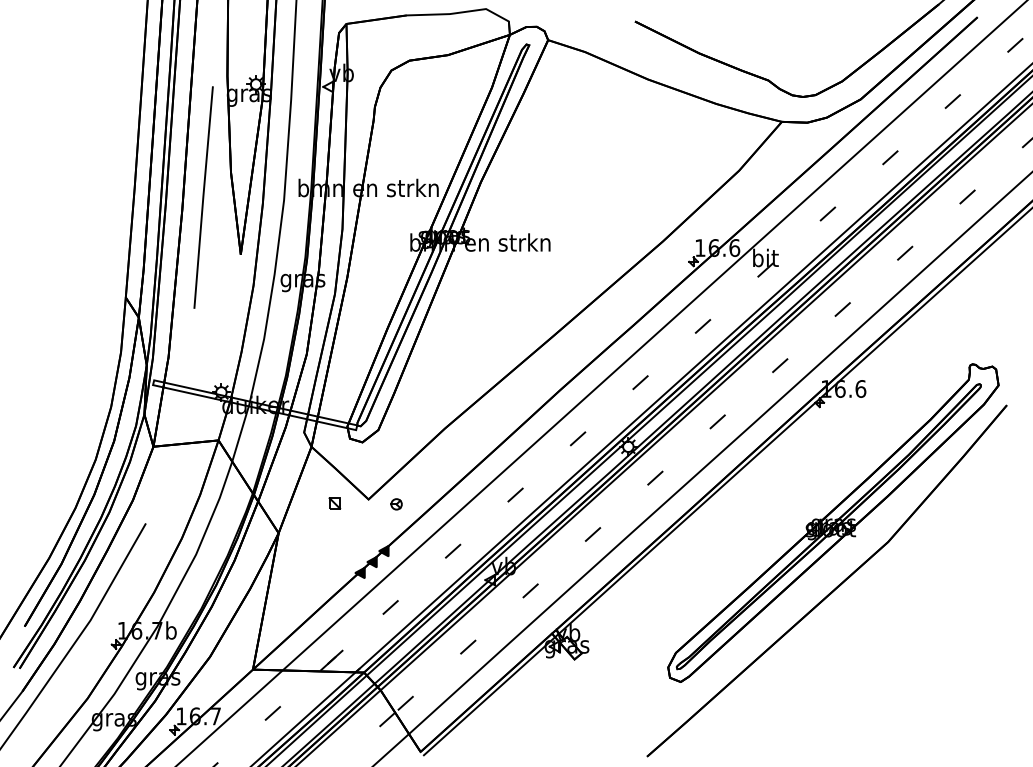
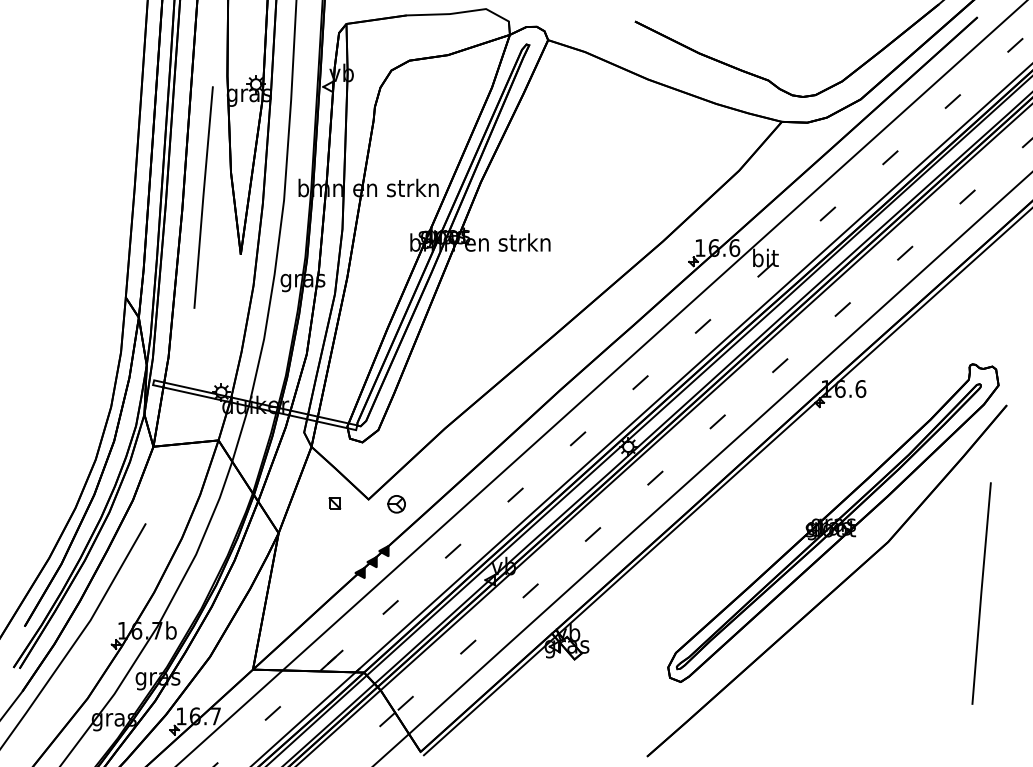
part at (396, 504) size: 13x13 px -> 19x19 px
line at (981, 593): none -> present
